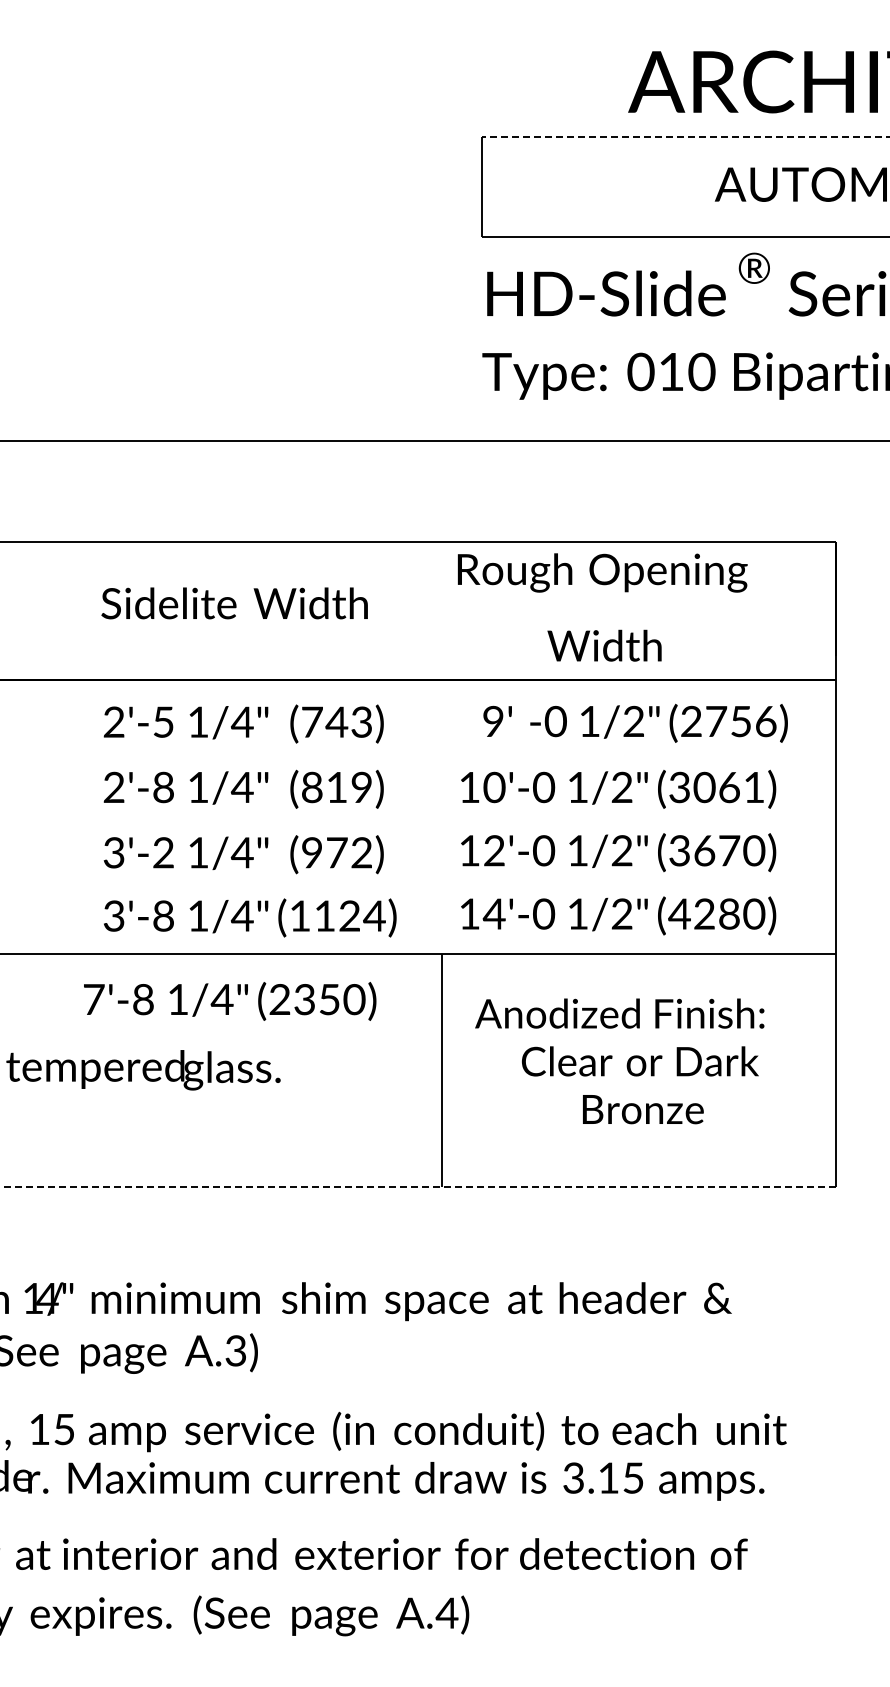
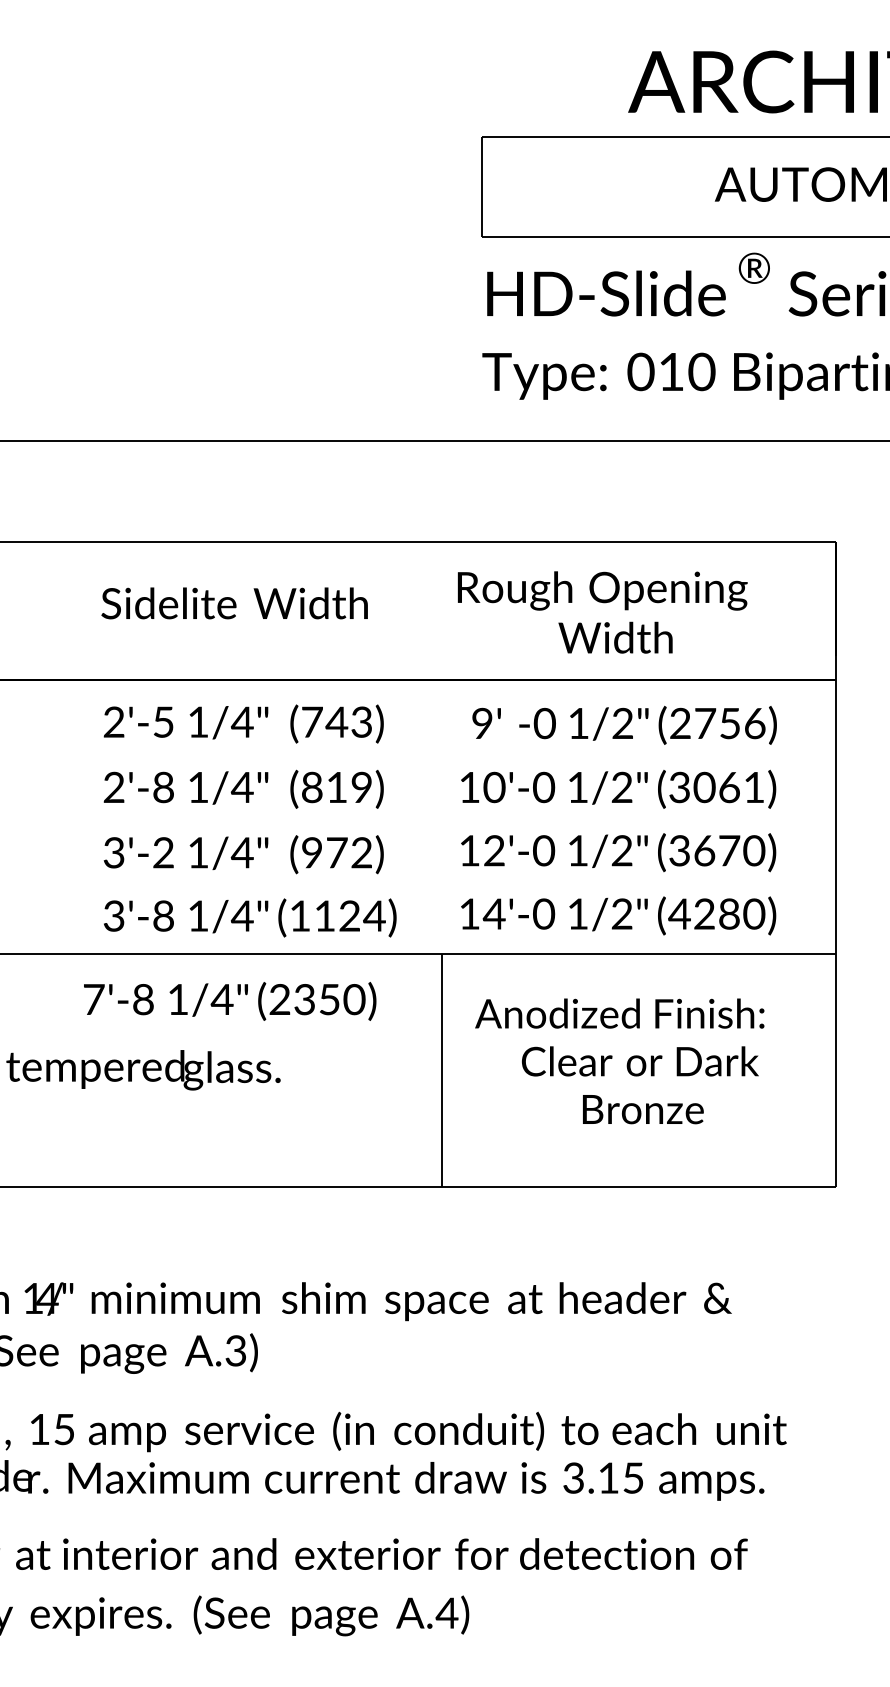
line at (685, 137): dashed -> solid
text at (602, 572) position: (602, 572) -> (602, 590)
text at (604, 645) position: (604, 645) -> (615, 637)
text at (635, 722) position: (635, 722) -> (624, 724)
line at (418, 1187): dashed -> solid
